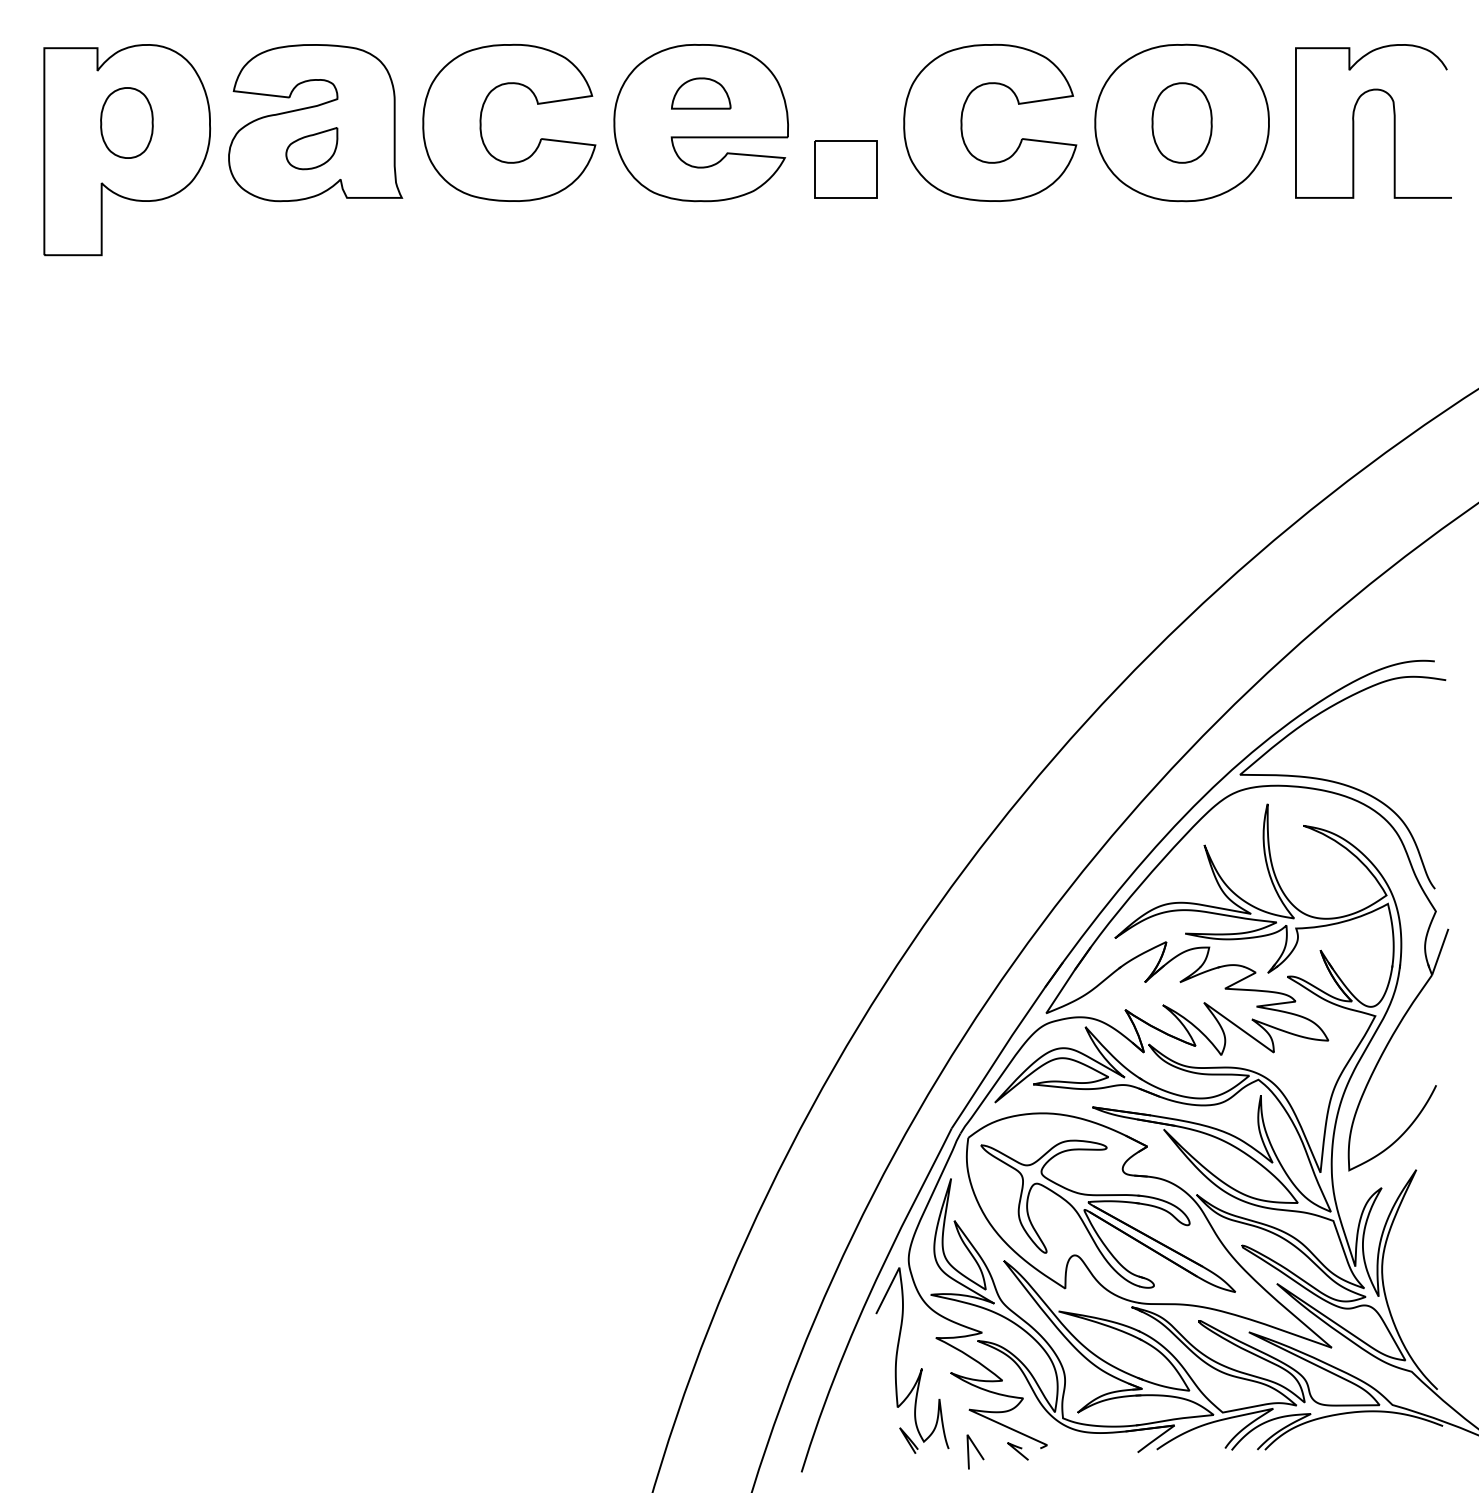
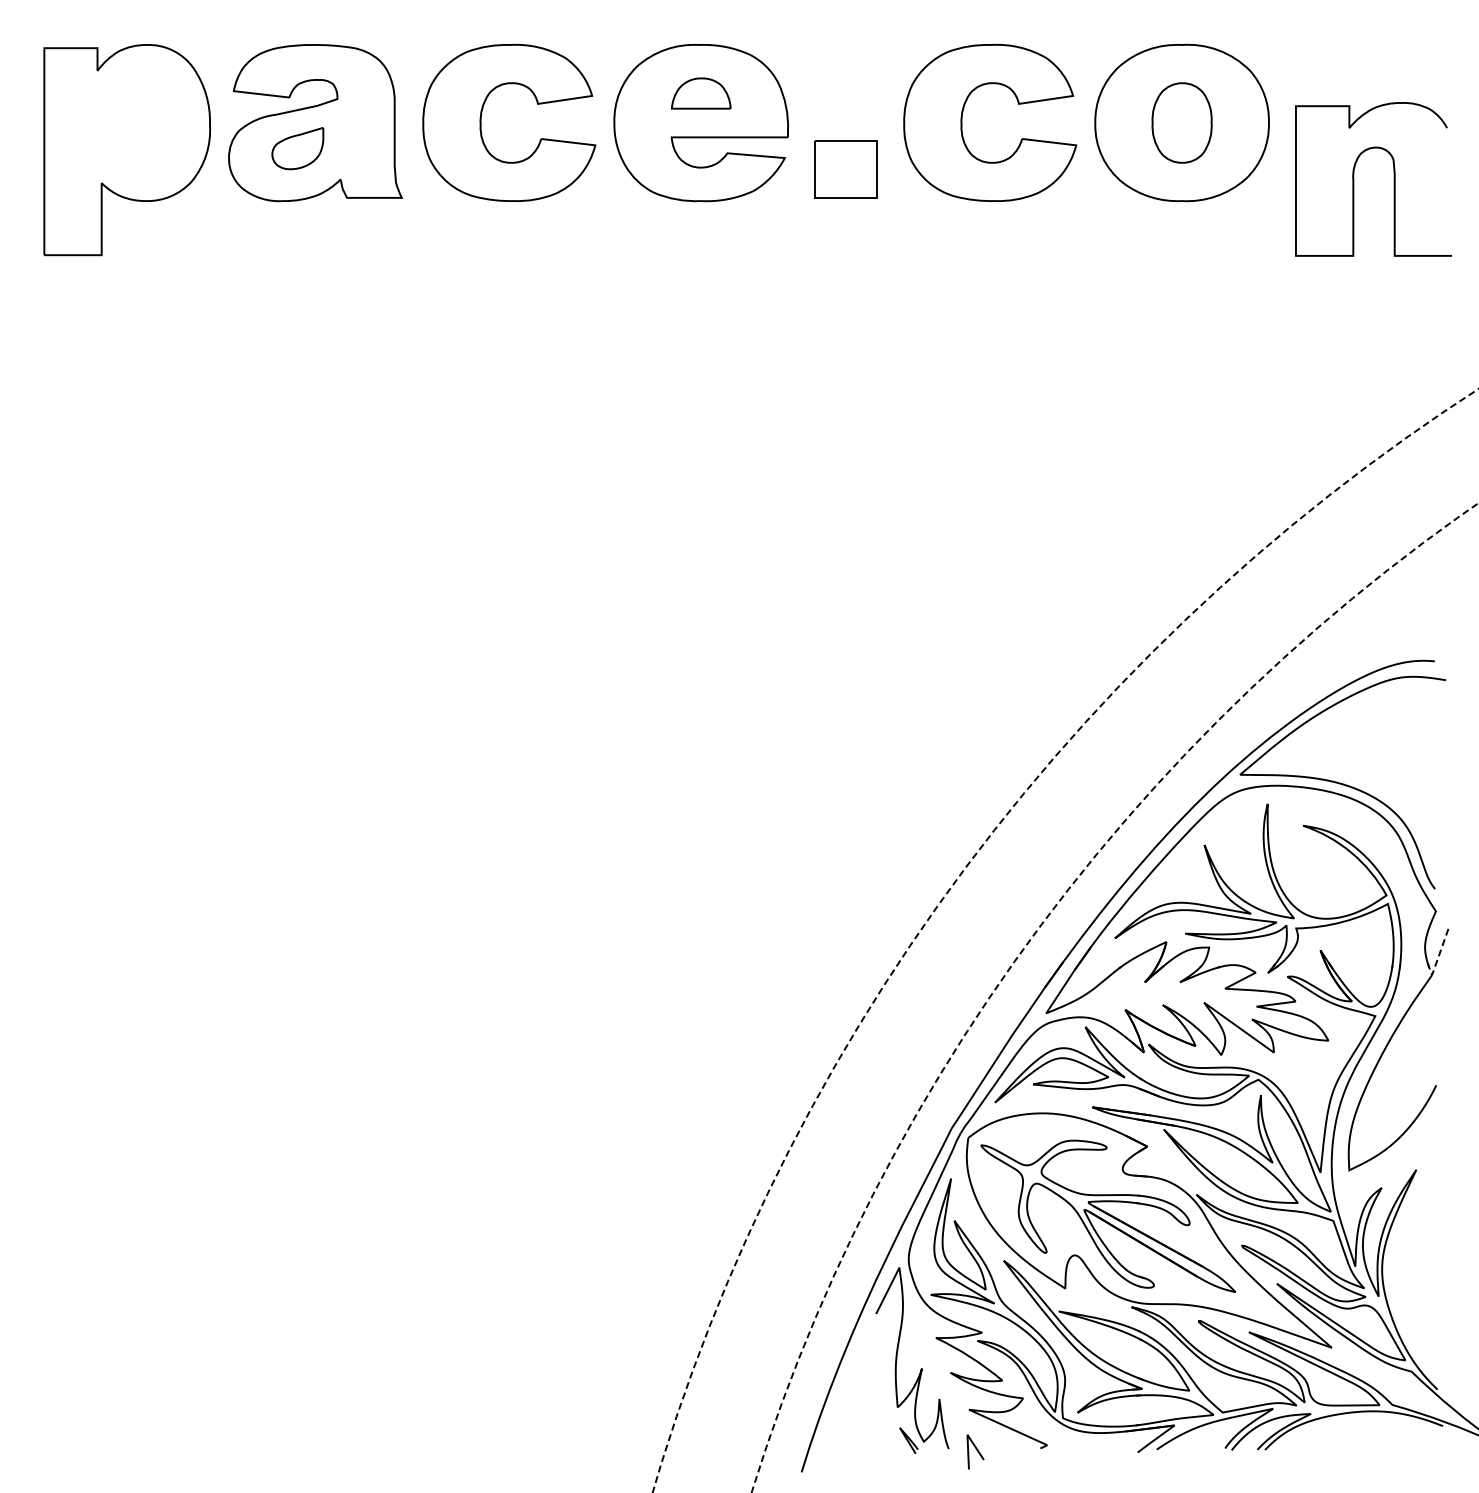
curve at (1354, 121) position: (1354, 121) -> (1354, 179)
part at (126, 122): present -> none
part at (311, 148) position: (311, 148) -> (297, 148)
circle at (1065, 940): solid -> dashed
line at (1437, 959): solid -> dashed
circle at (1114, 997): solid -> dashed
curve at (1017, 1451): present -> none
